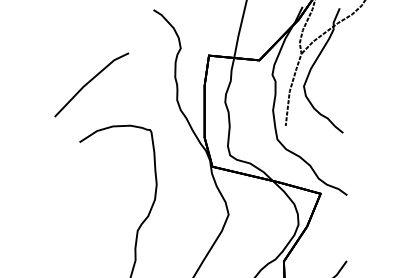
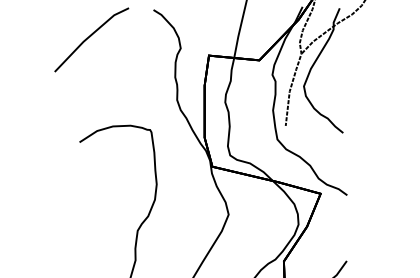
line at (90, 82) position: (90, 82) -> (90, 37)
